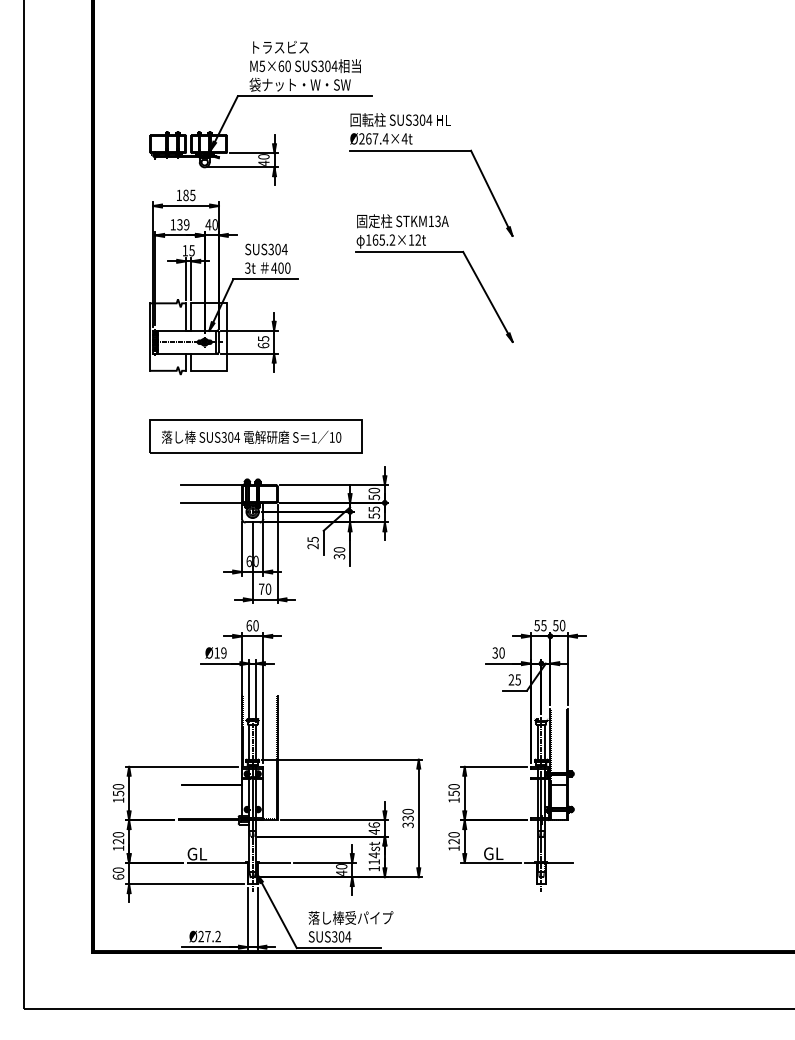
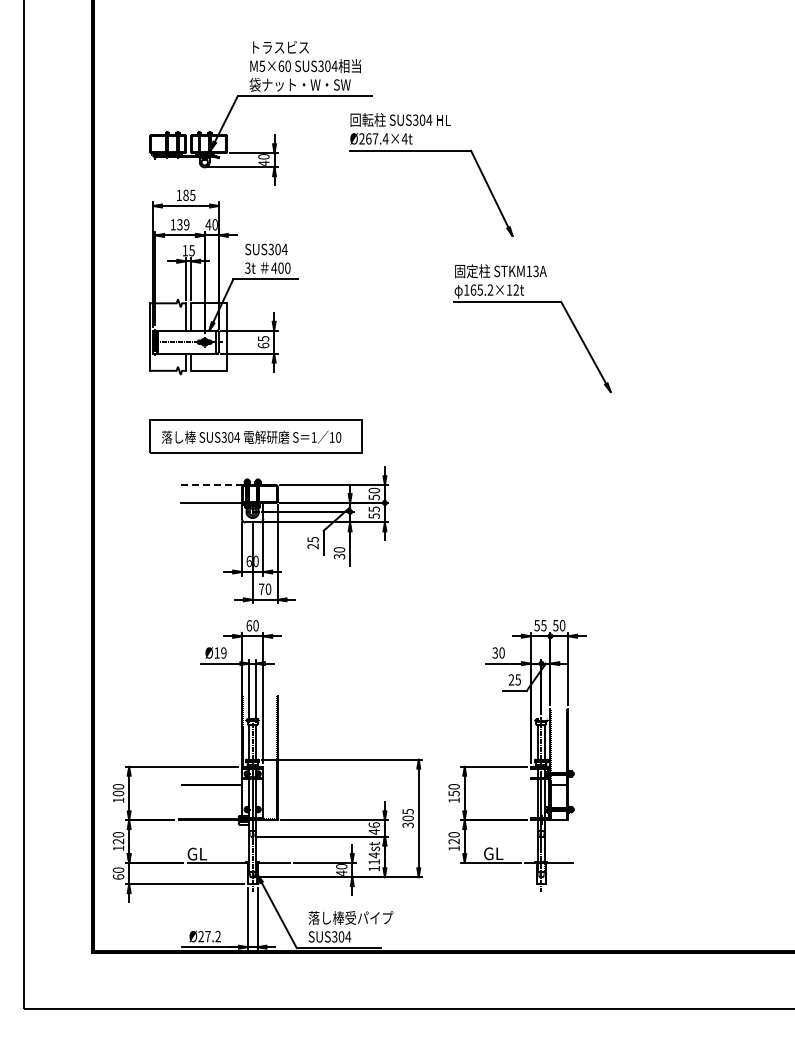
part at (434, 252) position: (434, 252) -> (532, 302)
line at (212, 485): solid -> dashed
text at (118, 793): 150 -> 100
text at (407, 814): 330 -> 305
